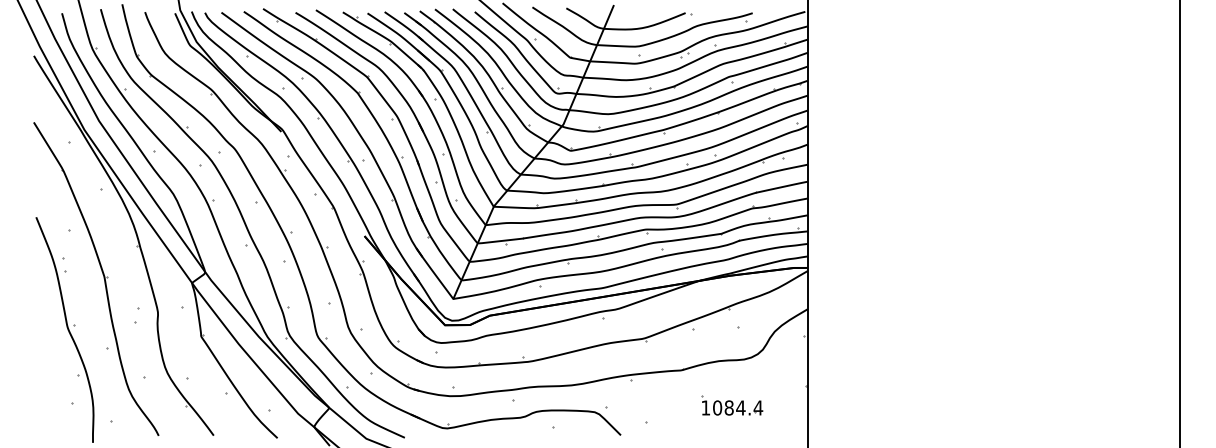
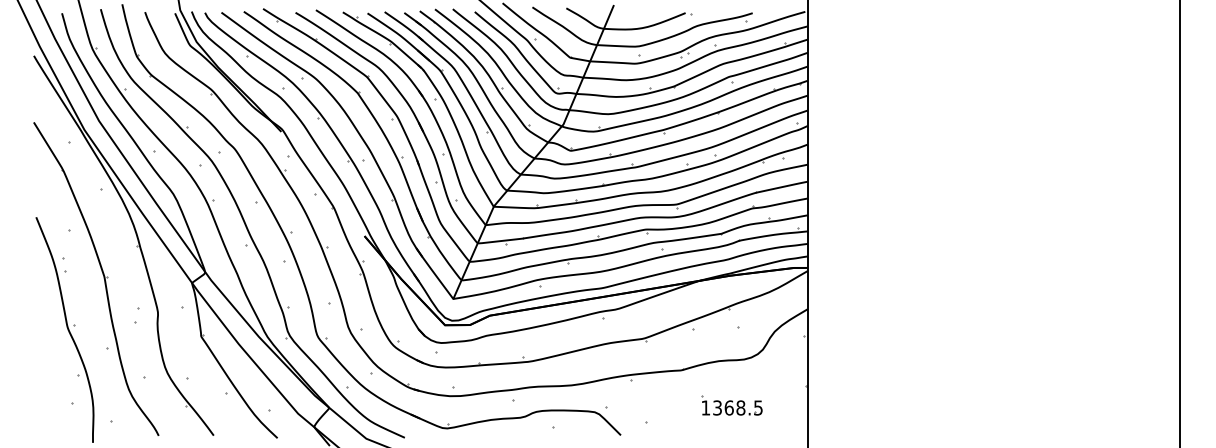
text at (738, 407): 1084.4 -> 1368.5
